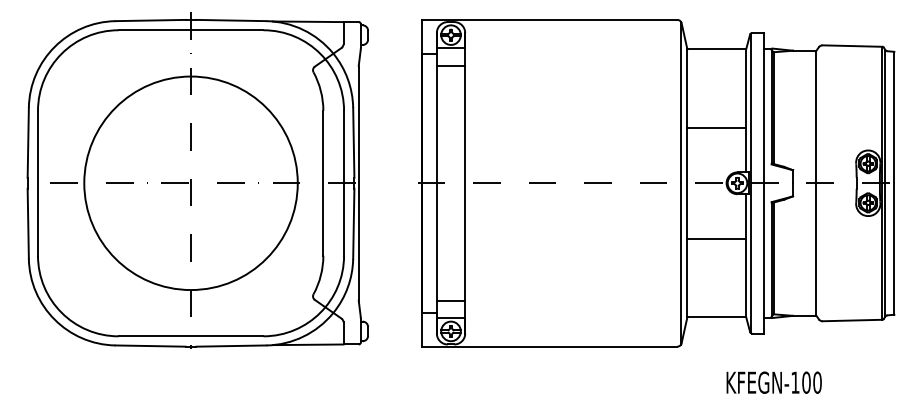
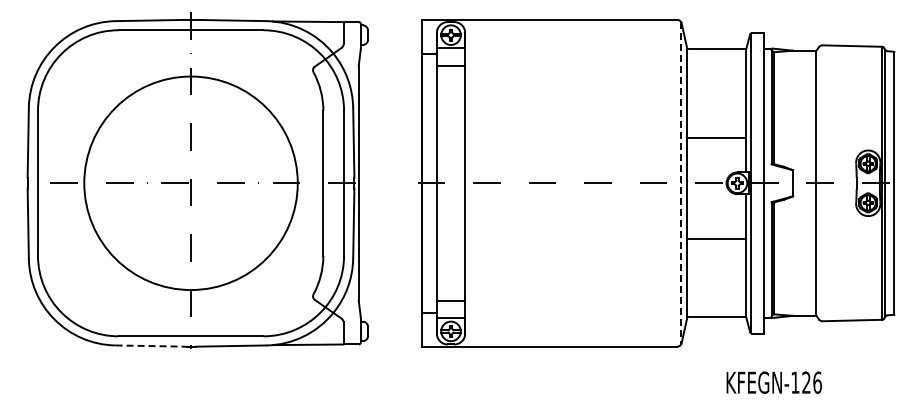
line at (716, 127) position: (716, 127) -> (716, 137)
line at (680, 183): solid -> dashed
line at (151, 346): solid -> dashed
text at (811, 382): KFEGN-100 -> KFEGN-126
